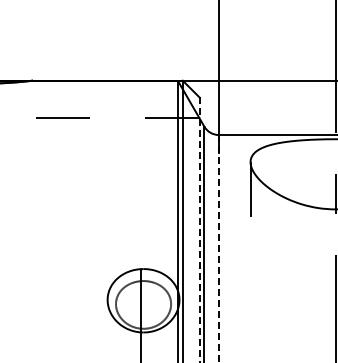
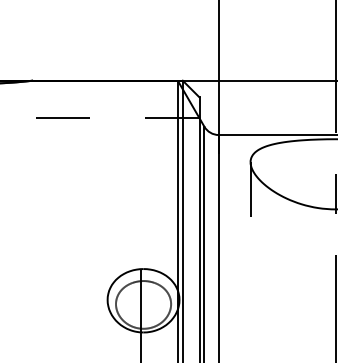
line at (199, 230): dashed -> solid
line at (218, 248): dashed -> solid
